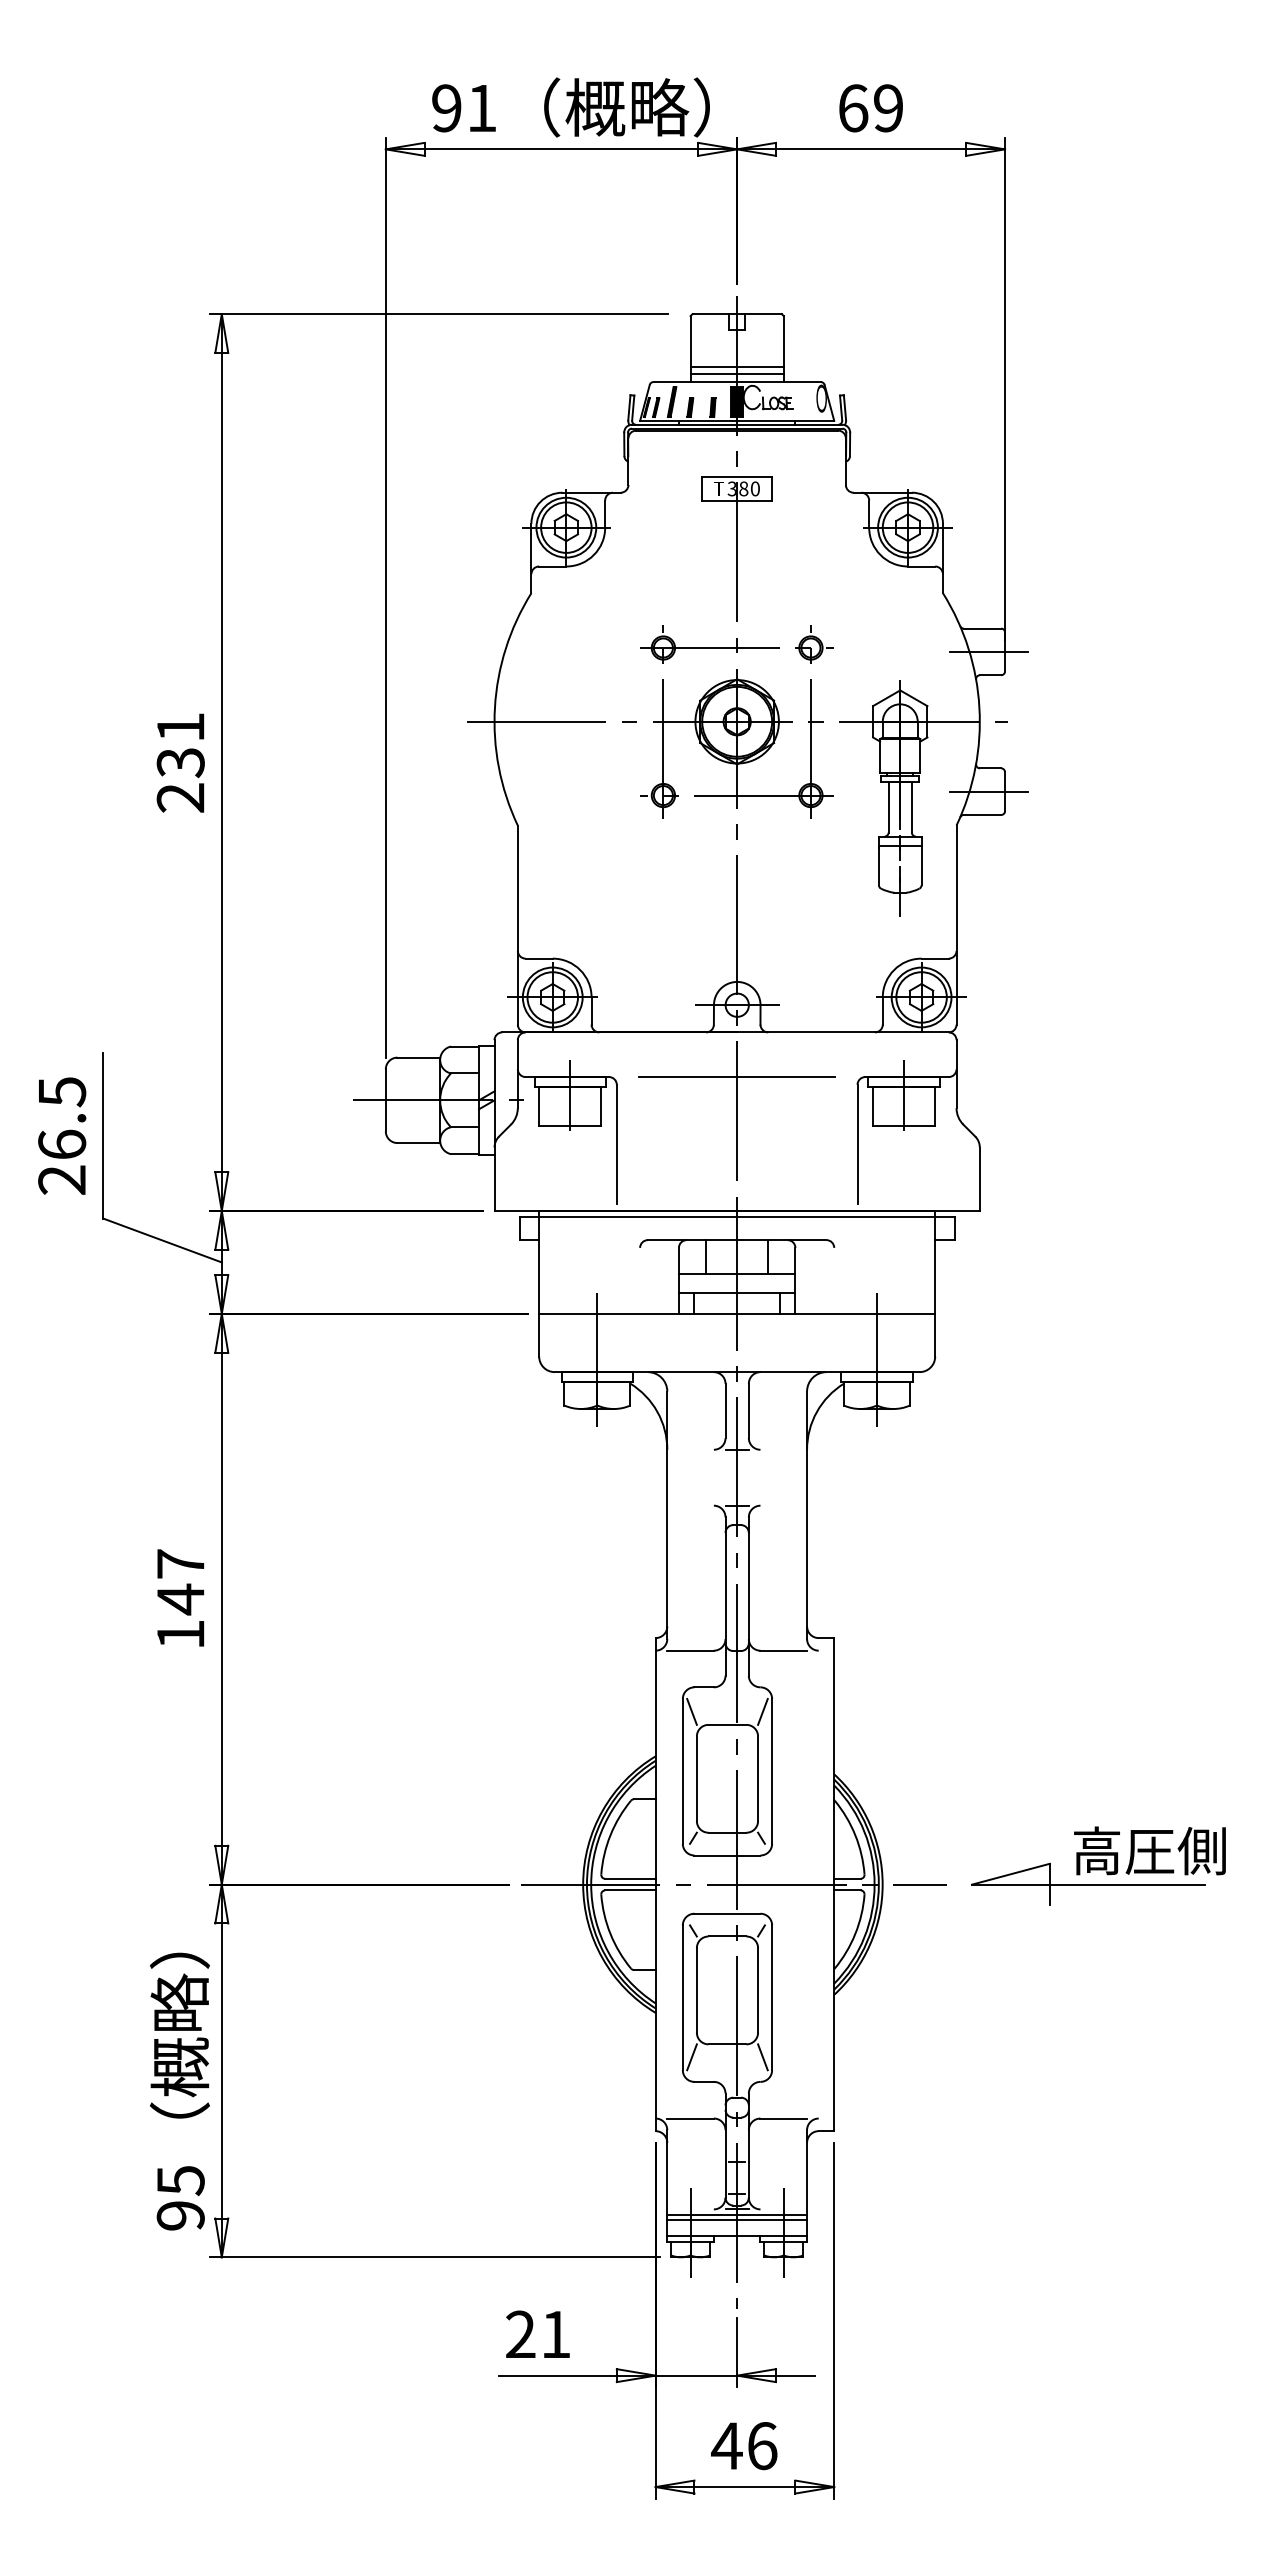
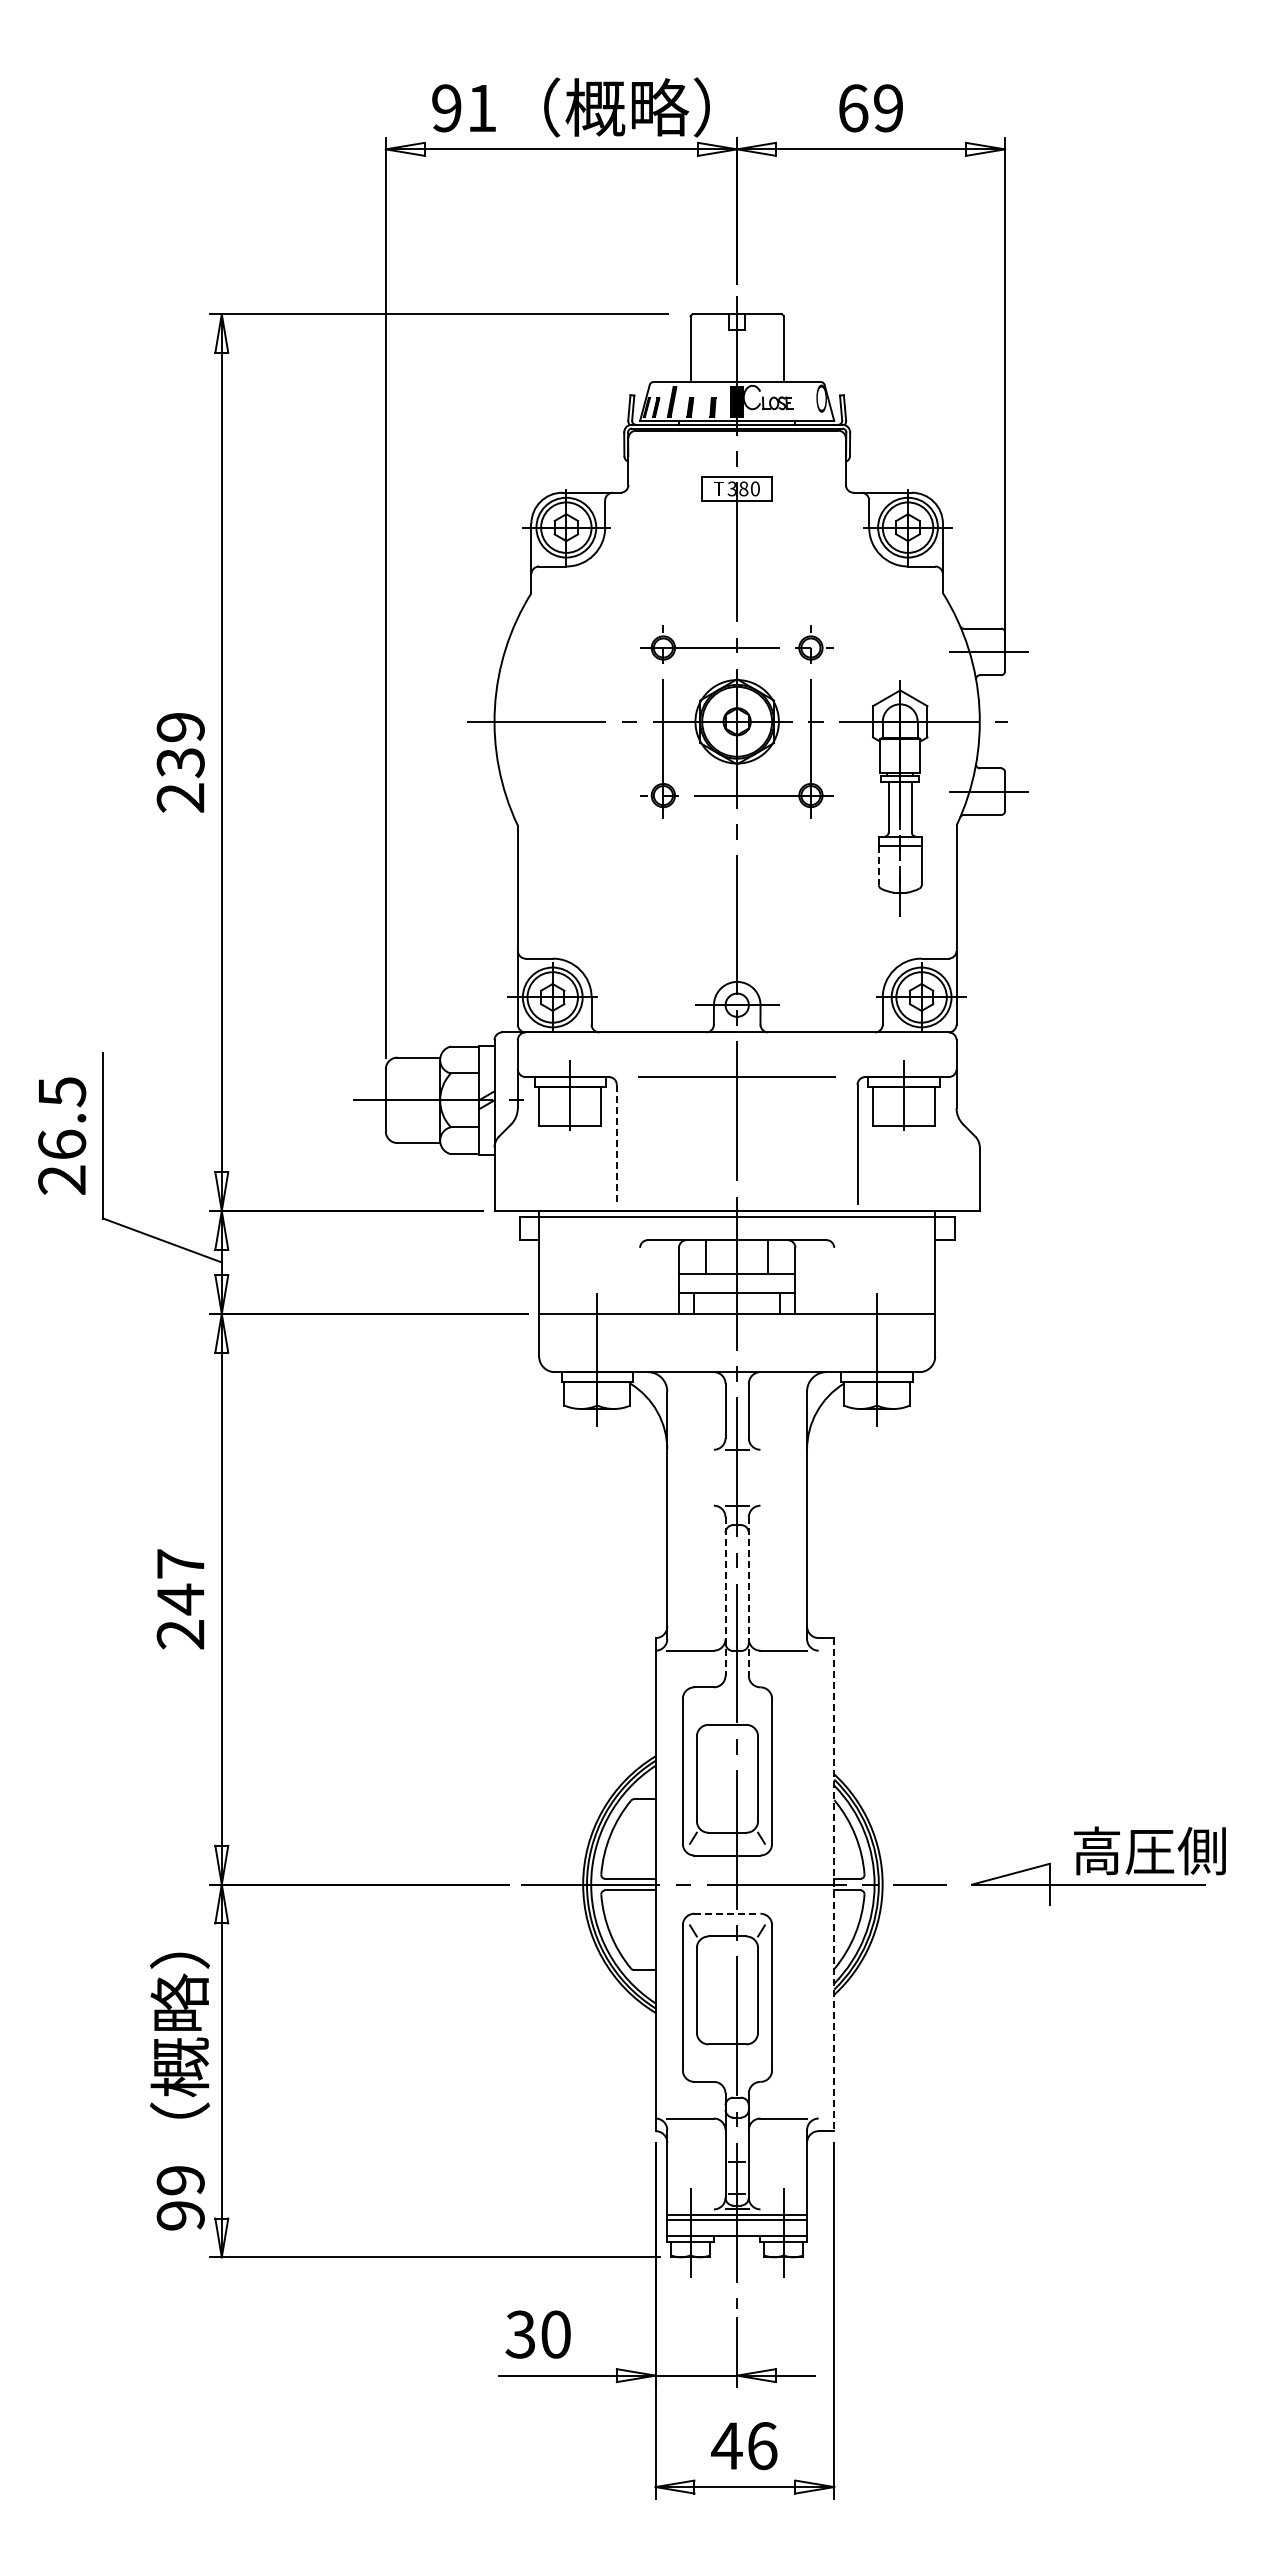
line at (736, 366): present -> none
line at (736, 373): present -> none
text at (180, 727): 231 -> 239
line at (878, 866): solid -> dashed
line at (616, 1144): solid -> dashed
line at (725, 1597): solid -> dashed
line at (748, 1597): solid -> dashed
text at (180, 1634): 147 -> 247
line at (691, 1711): present -> none
line at (762, 1711): present -> none
line at (834, 1884): solid -> dashed
line at (727, 1913): solid -> dashed
line at (691, 2057): present -> none
line at (762, 2057): present -> none
text at (180, 2181): 95 -> 99
text at (537, 2334): 21 -> 30
